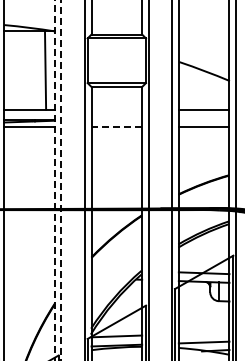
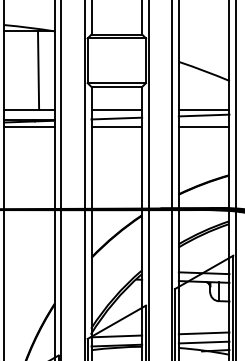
line at (45, 70) position: (45, 70) -> (38, 70)
line at (116, 109): none -> present
line at (203, 115): none -> present
line at (116, 118): none -> present
line at (116, 127): dashed -> solid
line at (54, 180): dashed -> solid
line at (61, 180): dashed -> solid
line at (203, 333): none -> present
